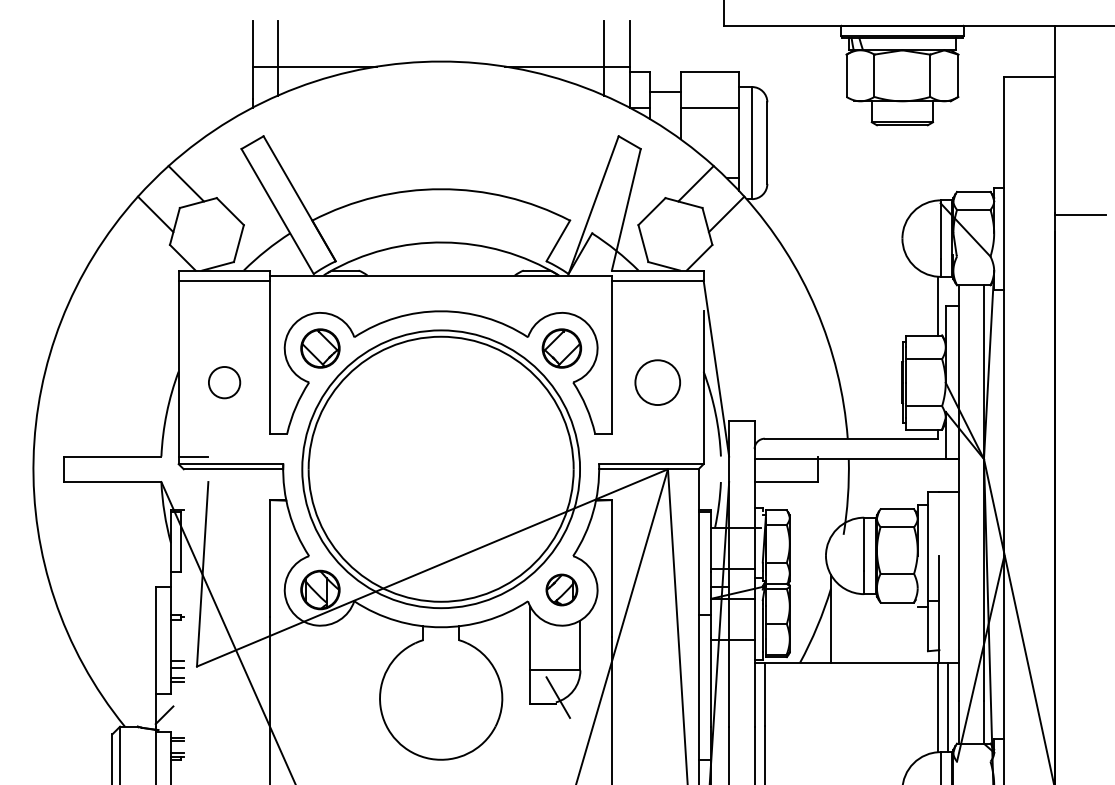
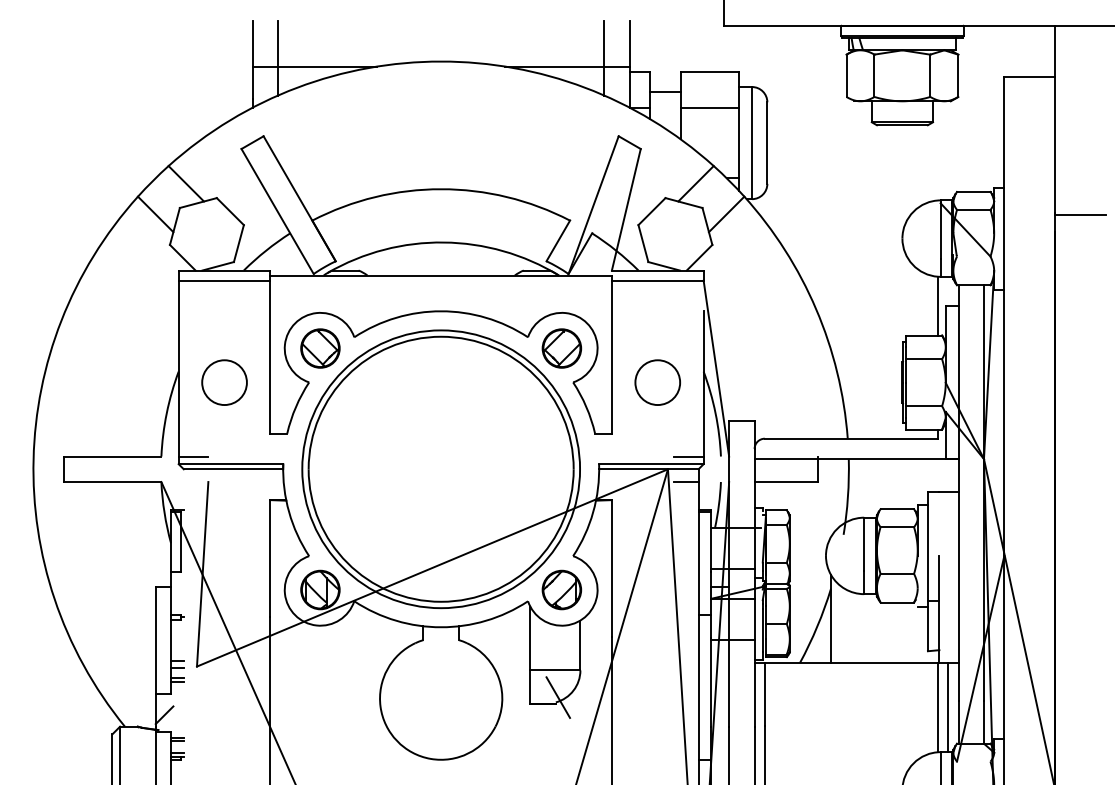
circle at (224, 382) diameter: 31 px -> 45 px
line at (688, 456): none -> present
line at (685, 482): none -> present
part at (561, 589) size: 34x34 px -> 42x42 px
